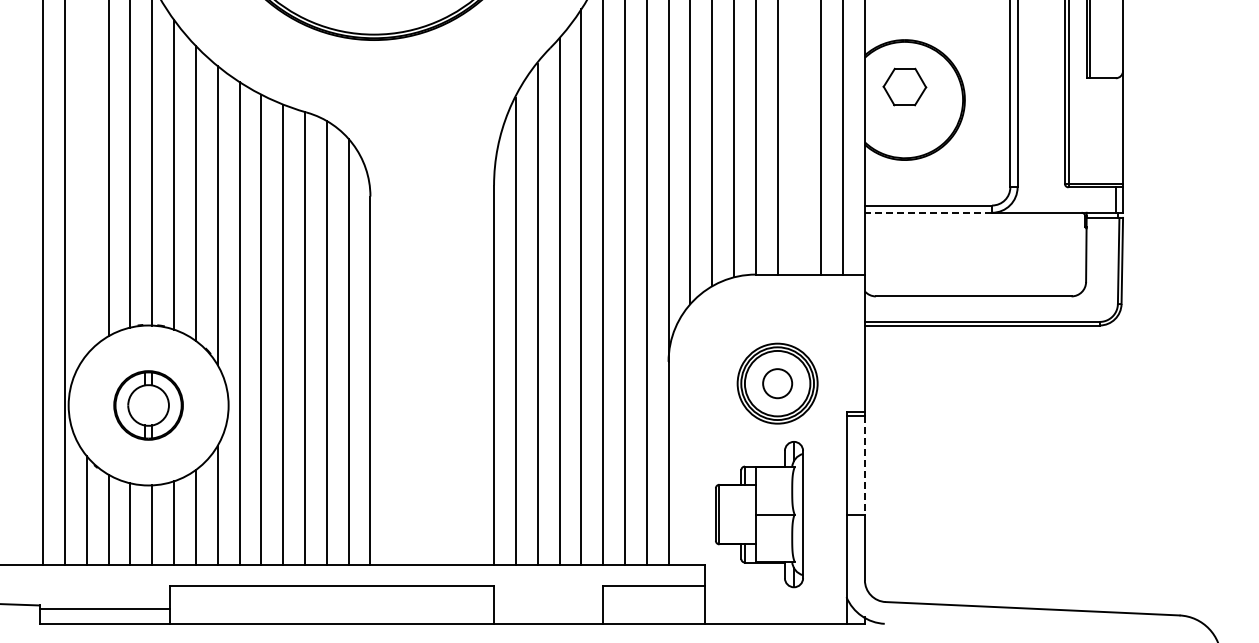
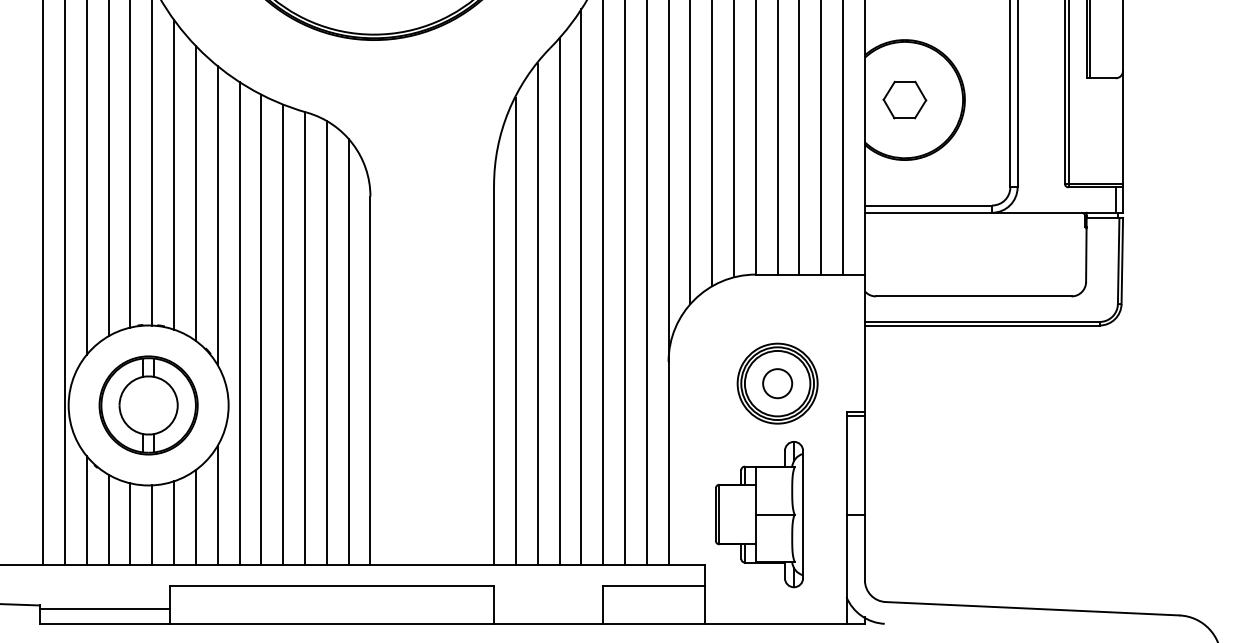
part at (904, 86) position: (904, 86) -> (904, 99)
line at (799, 138): none -> present
line at (86, 178): none -> present
line at (928, 212): dashed -> solid
part at (148, 405) size: 71x71 px -> 101x101 px
line at (864, 465): dashed -> solid
